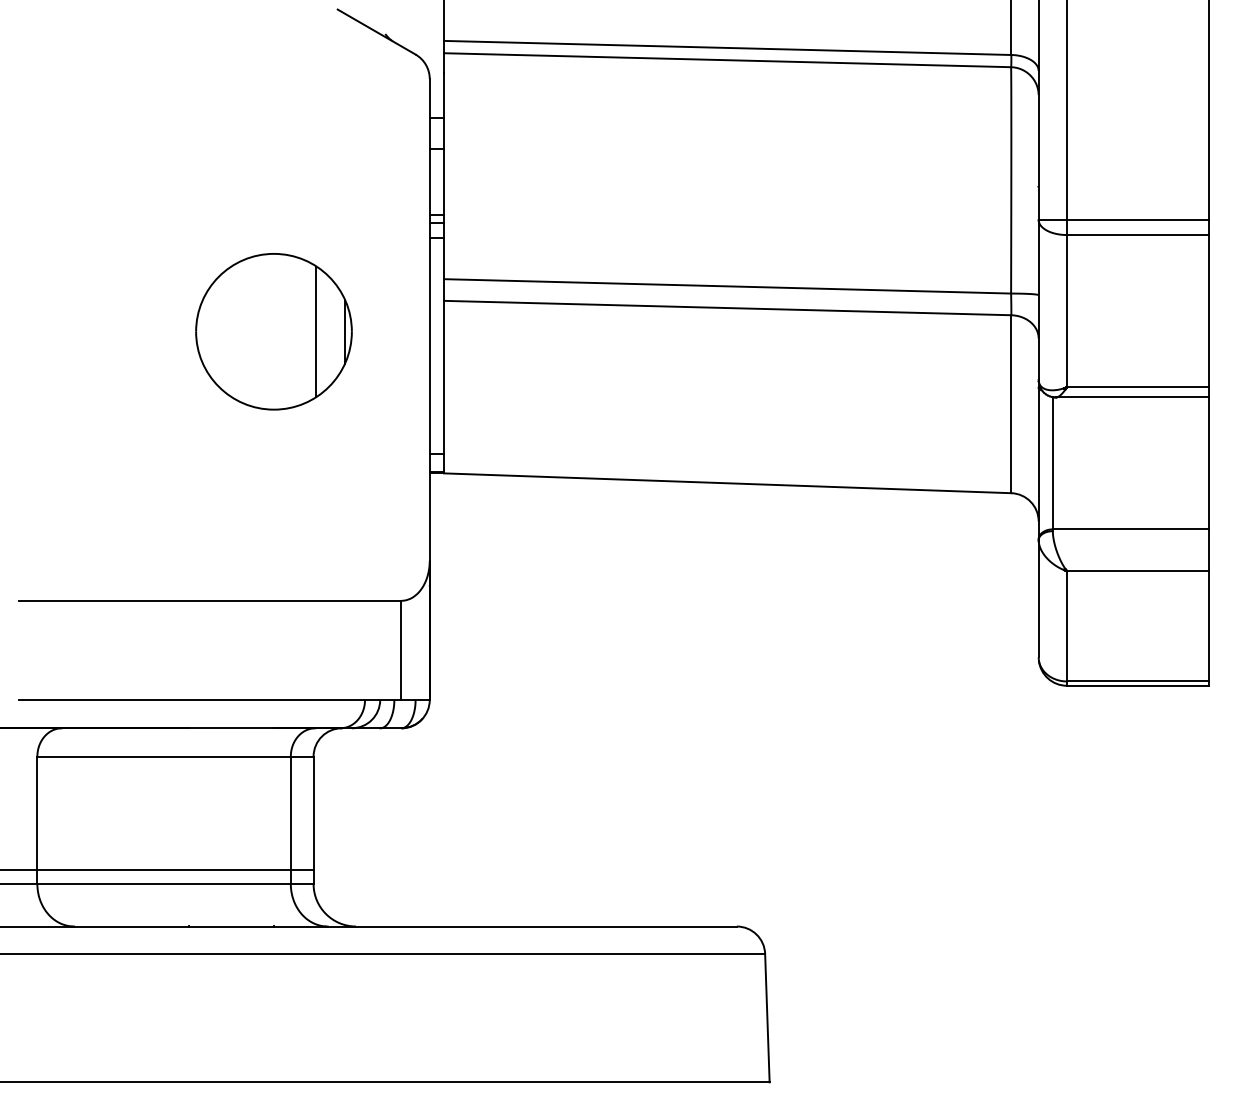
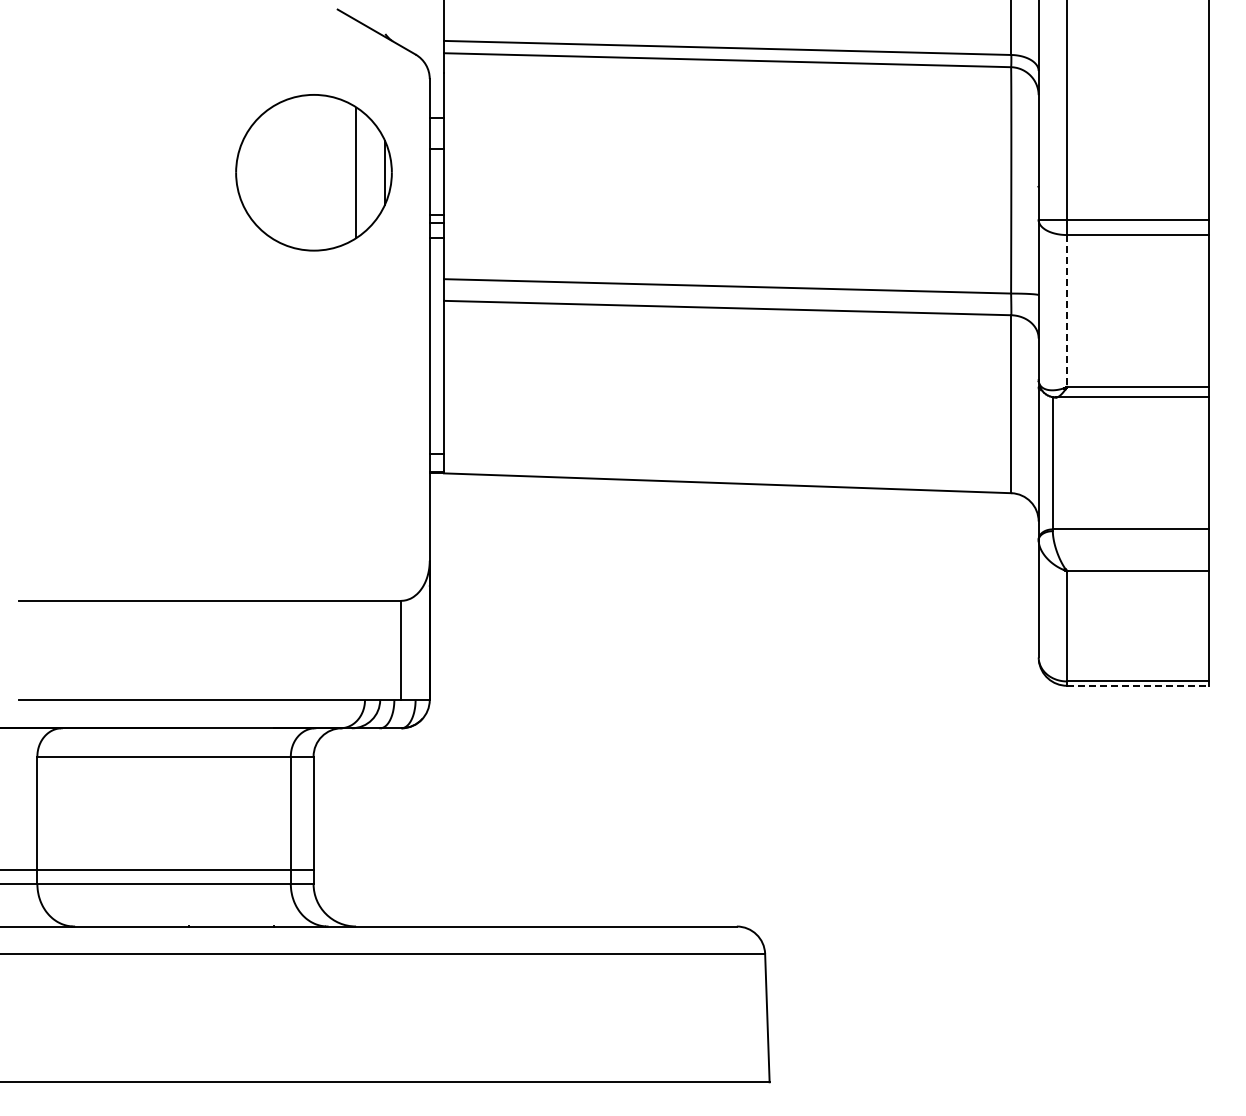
line at (1067, 311): solid -> dashed
part at (273, 331) position: (273, 331) -> (313, 172)
line at (1137, 685): solid -> dashed
